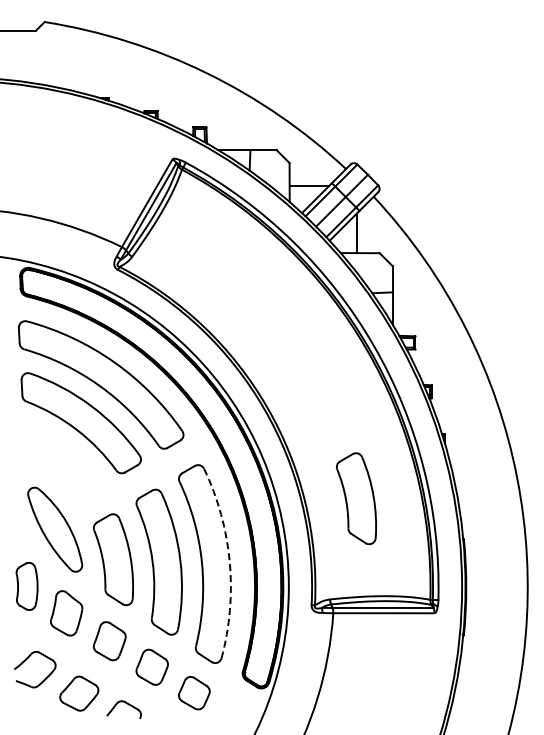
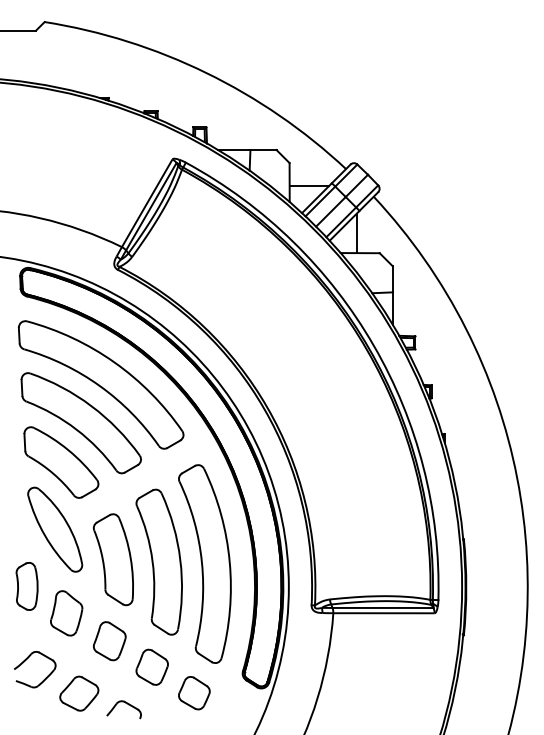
part at (61, 462): none -> present
part at (356, 498): present -> none
arc at (229, 561): dashed -> solid
